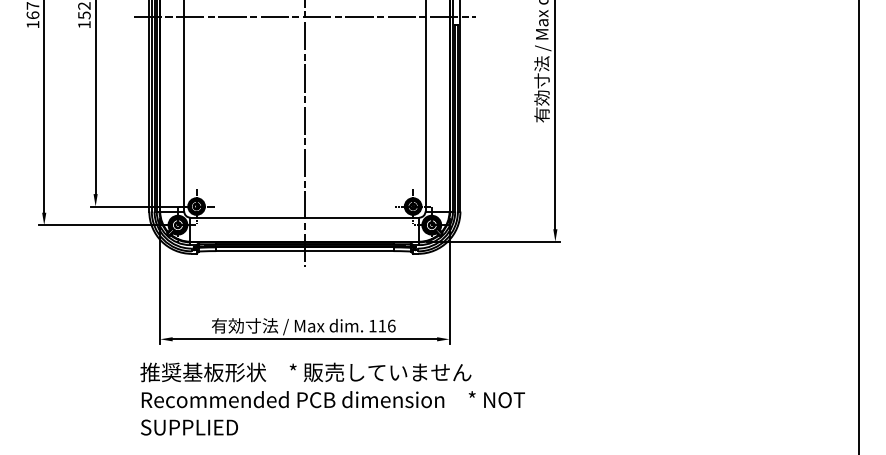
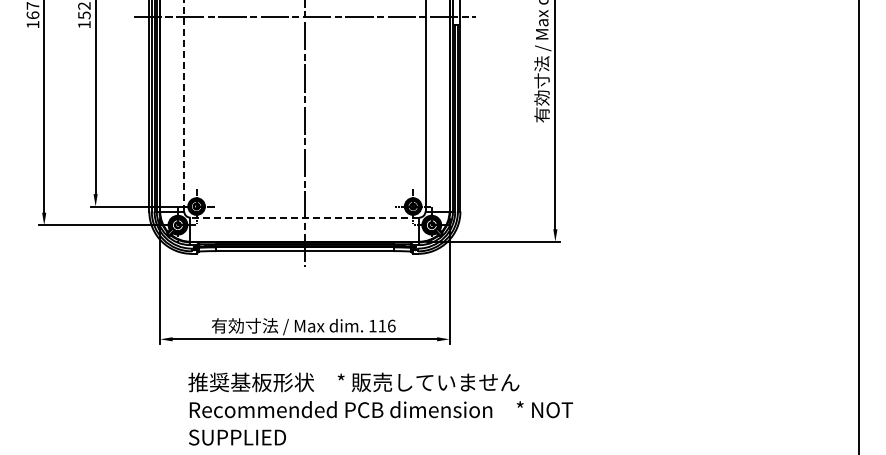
line at (184, 105): solid -> dashed
line at (304, 217): solid -> dashed
text at (332, 398) position: (332, 398) -> (380, 408)
